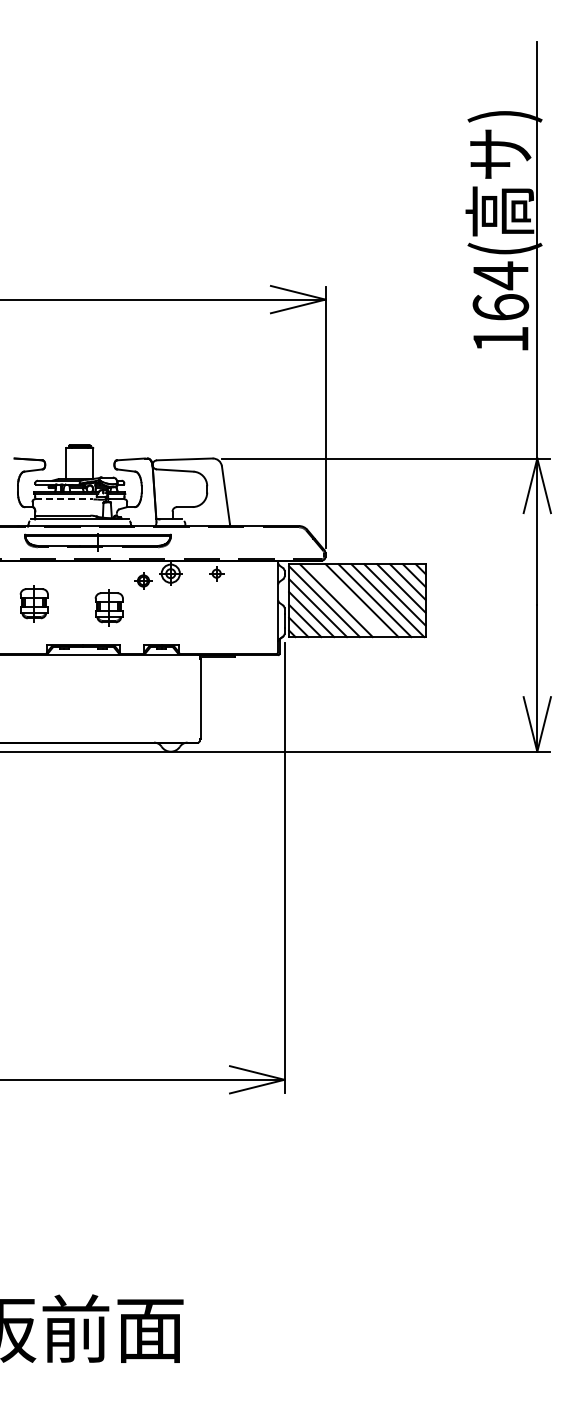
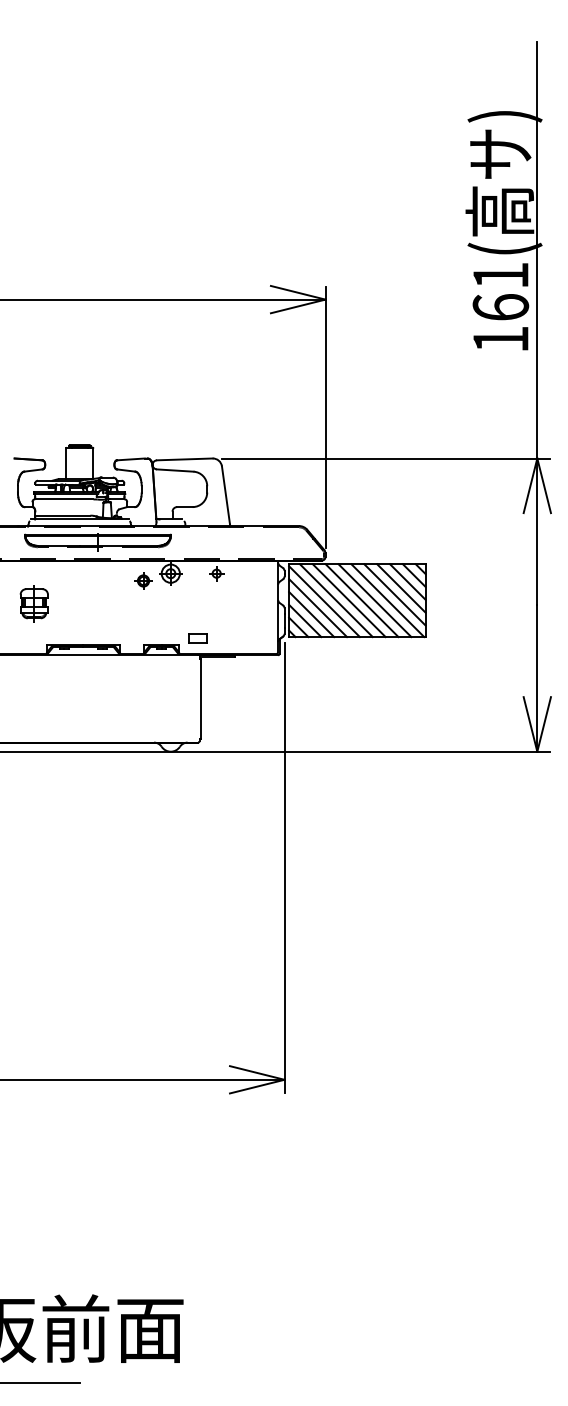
text at (500, 275): 164( -> 161(
line at (64, 499): dashed -> solid
line at (348, 600): none -> present
part at (108, 607): present -> none
part at (197, 638): none -> present
line at (40, 1383): none -> present
